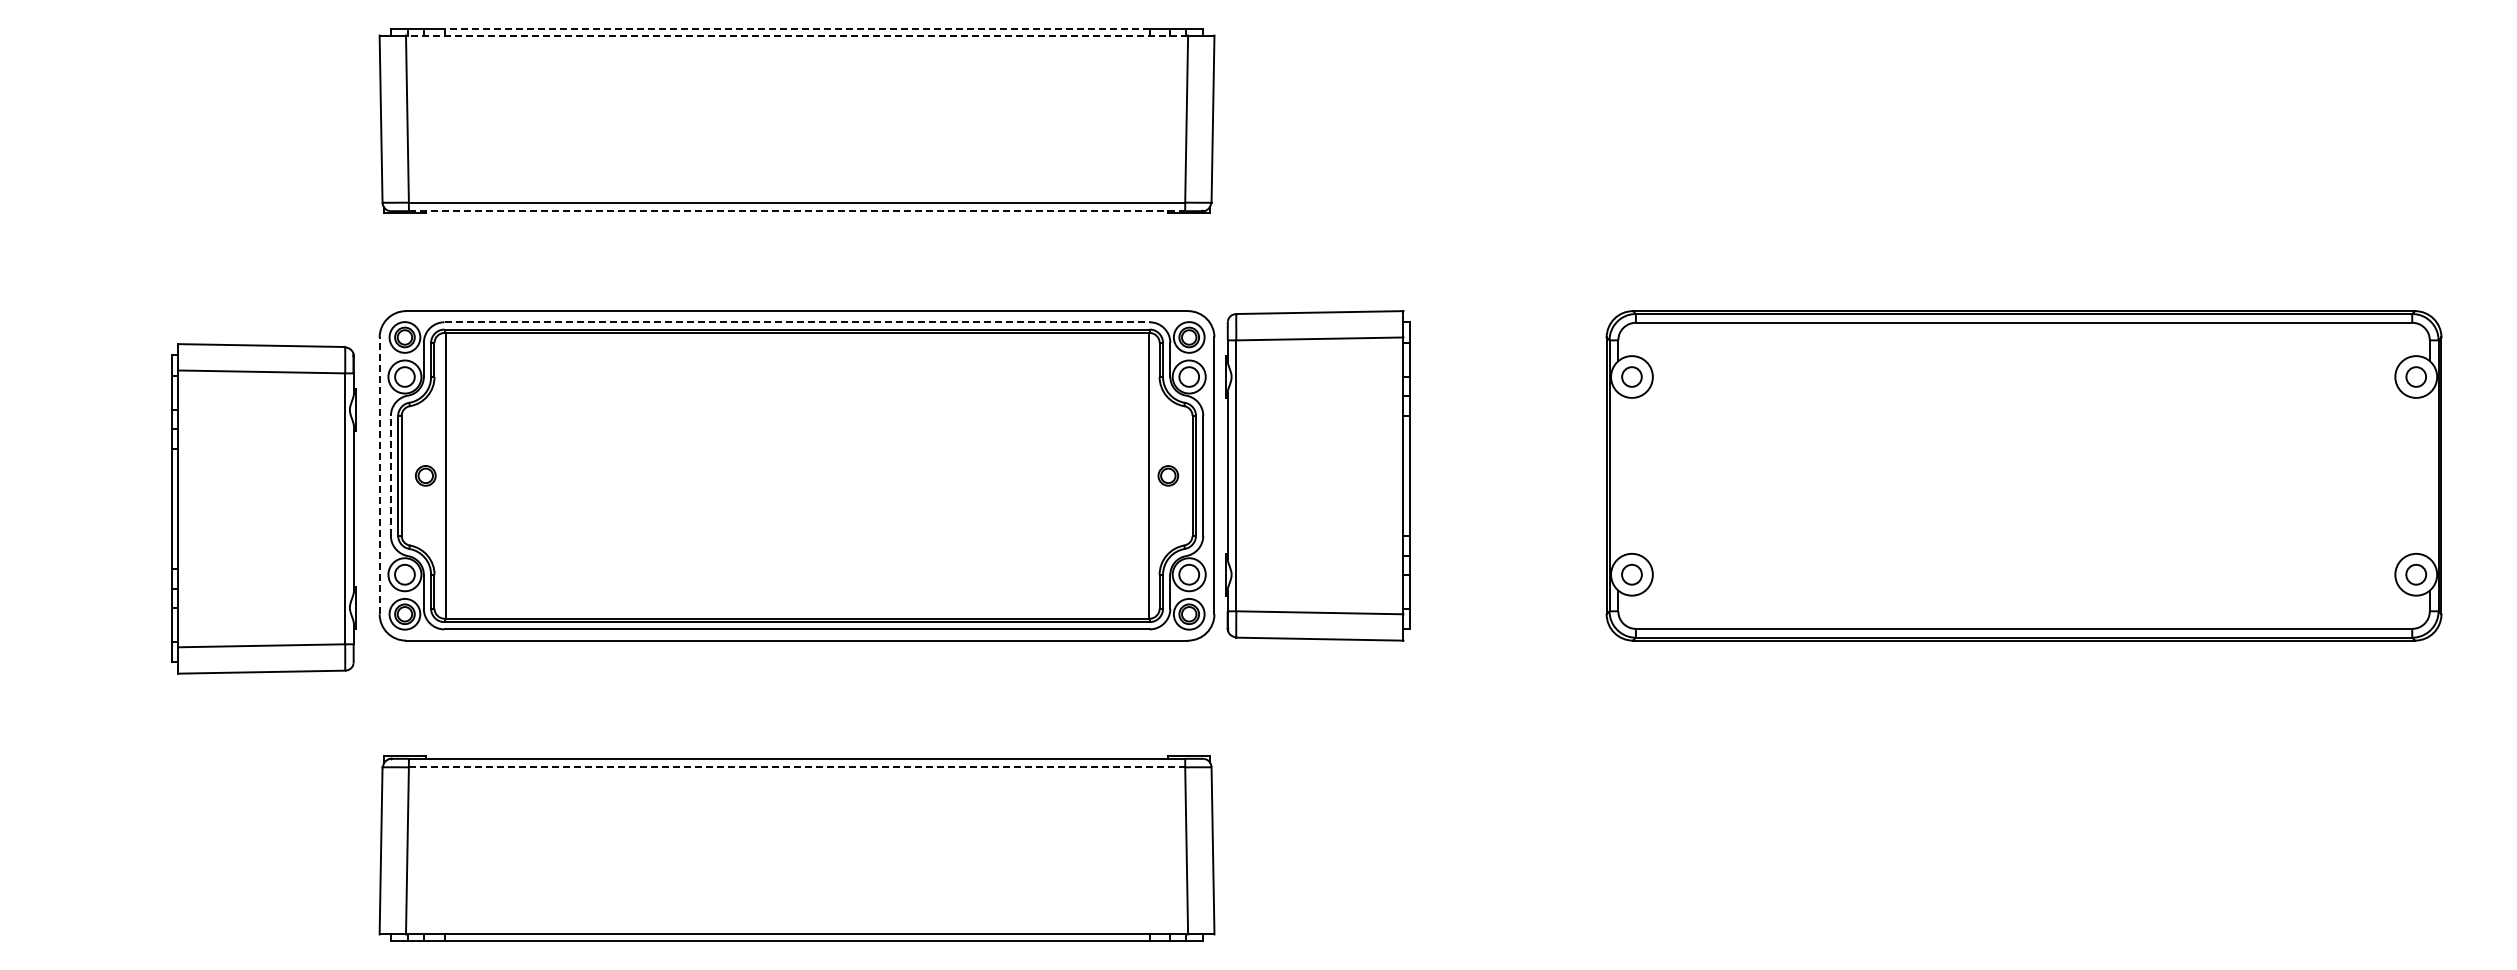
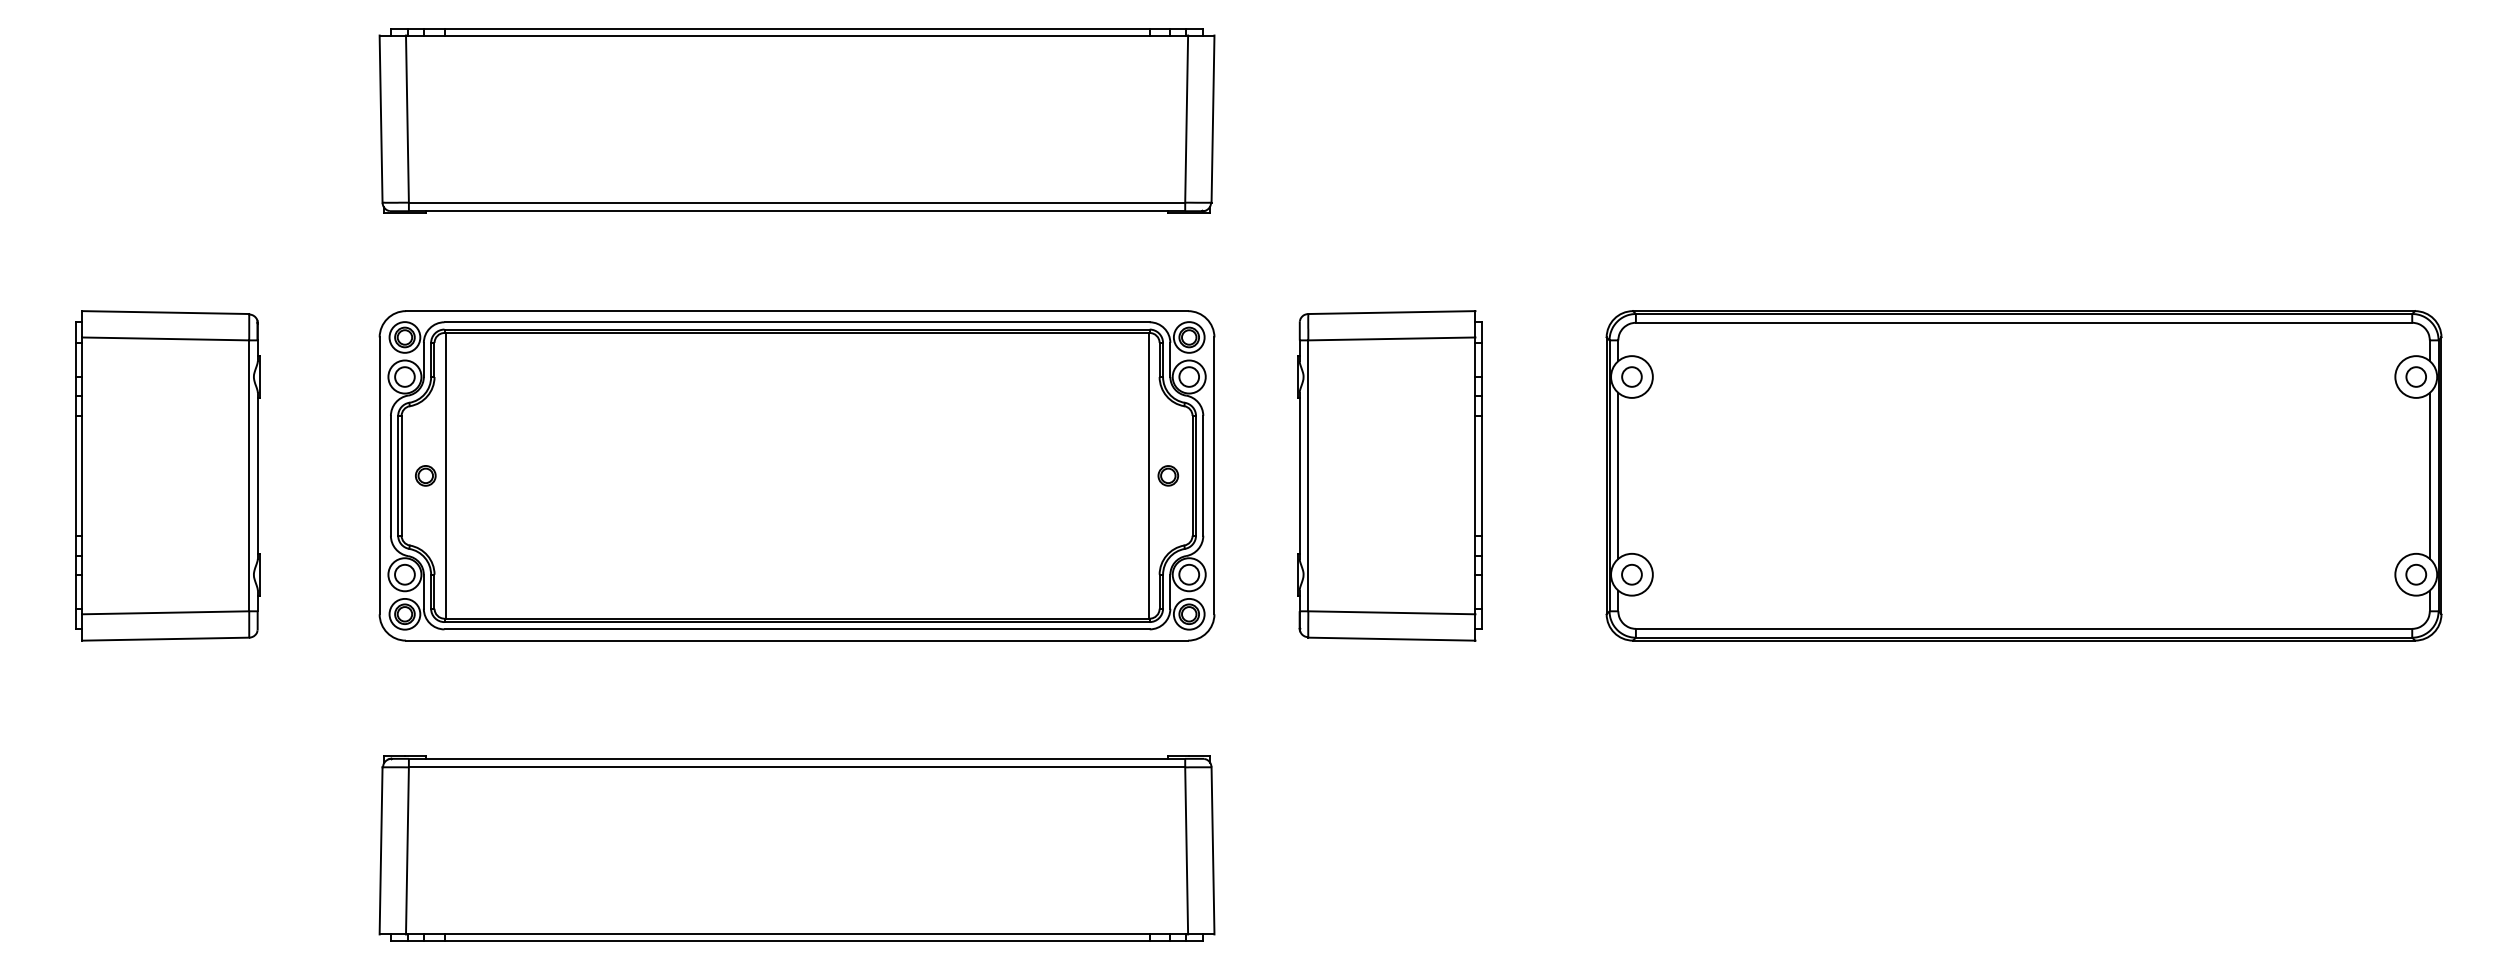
line at (797, 28): dashed -> solid
line at (796, 35): dashed -> solid
line at (797, 211): dashed -> solid
line at (797, 322): dashed -> solid
line at (379, 475): dashed -> solid
line at (390, 475): dashed -> solid
part at (1317, 475) position: (1317, 475) -> (1389, 475)
line at (1618, 475): none -> present
line at (2429, 475): none -> present
part at (263, 508) position: (263, 508) -> (167, 475)
line at (797, 767): dashed -> solid
